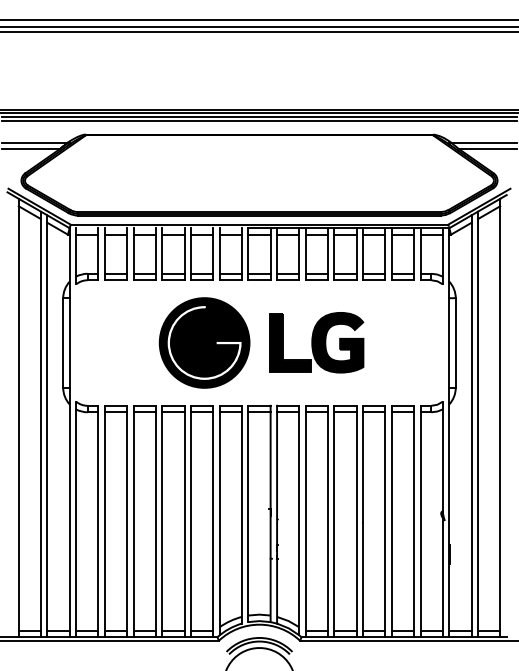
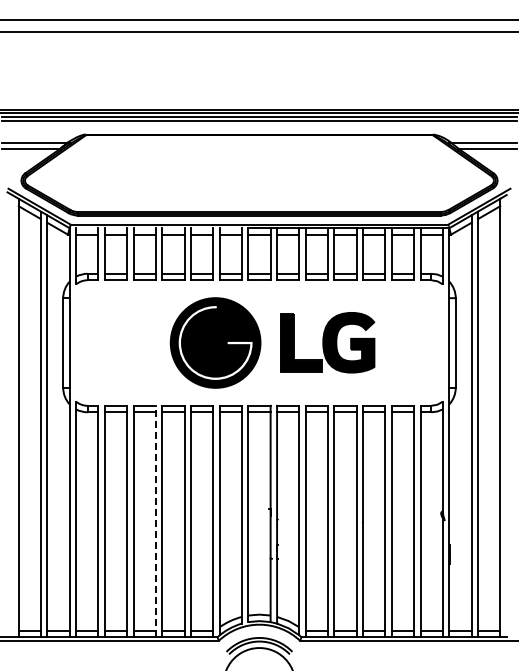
line at (258, 27): present -> none
part at (269, 342) position: (269, 342) -> (280, 342)
line at (155, 521): solid -> dashed
